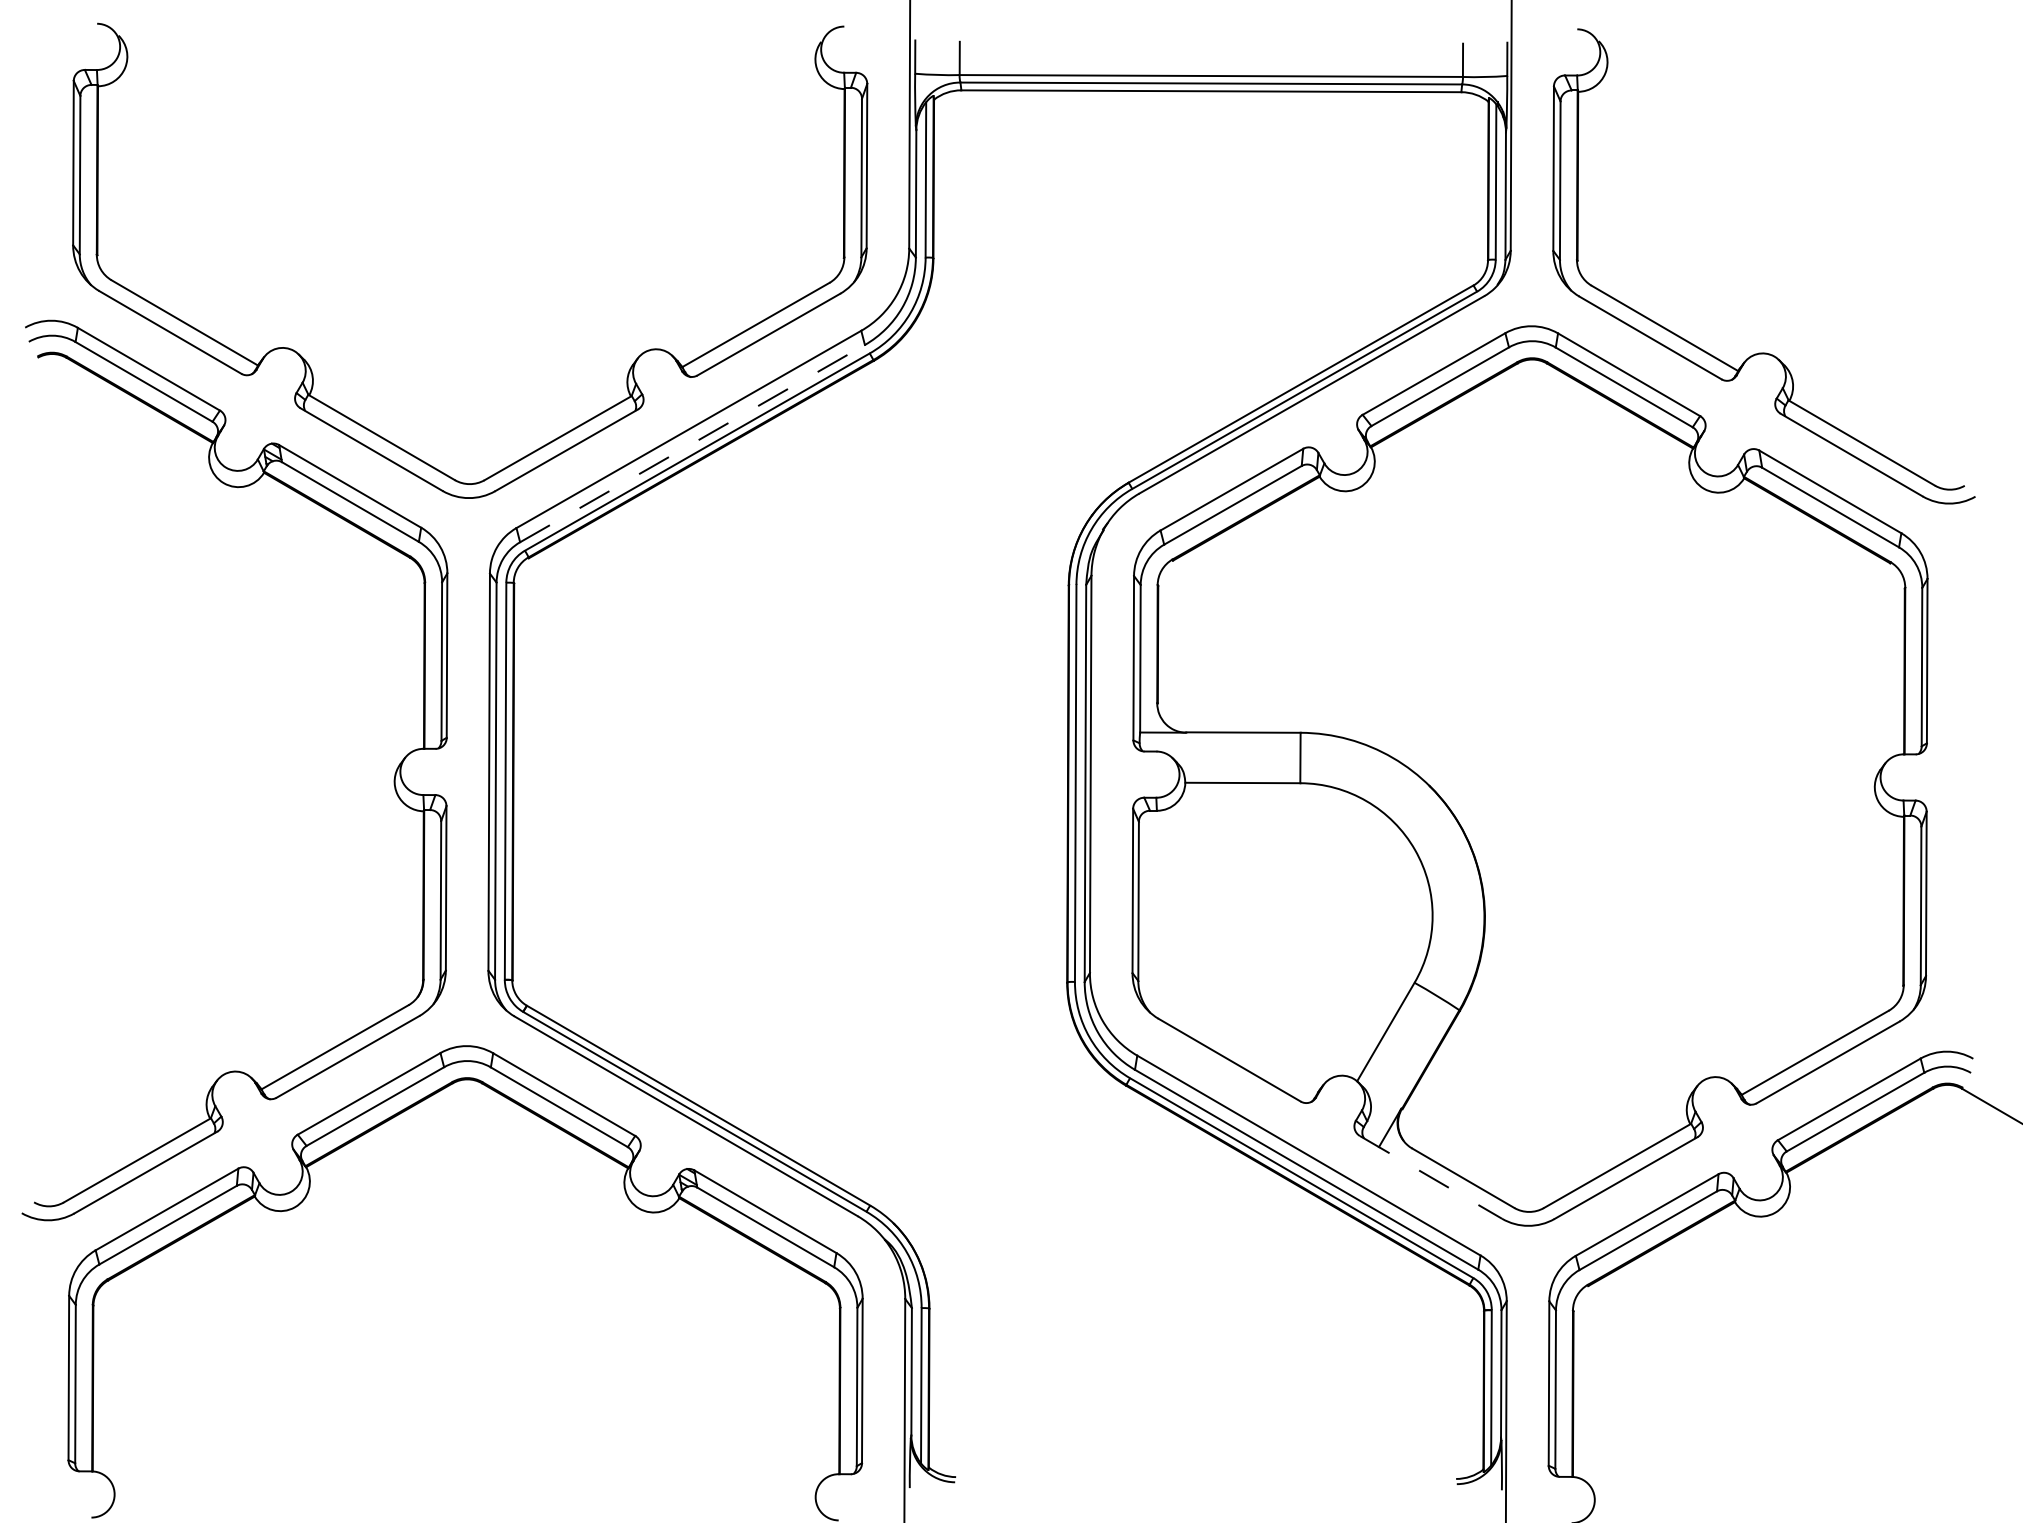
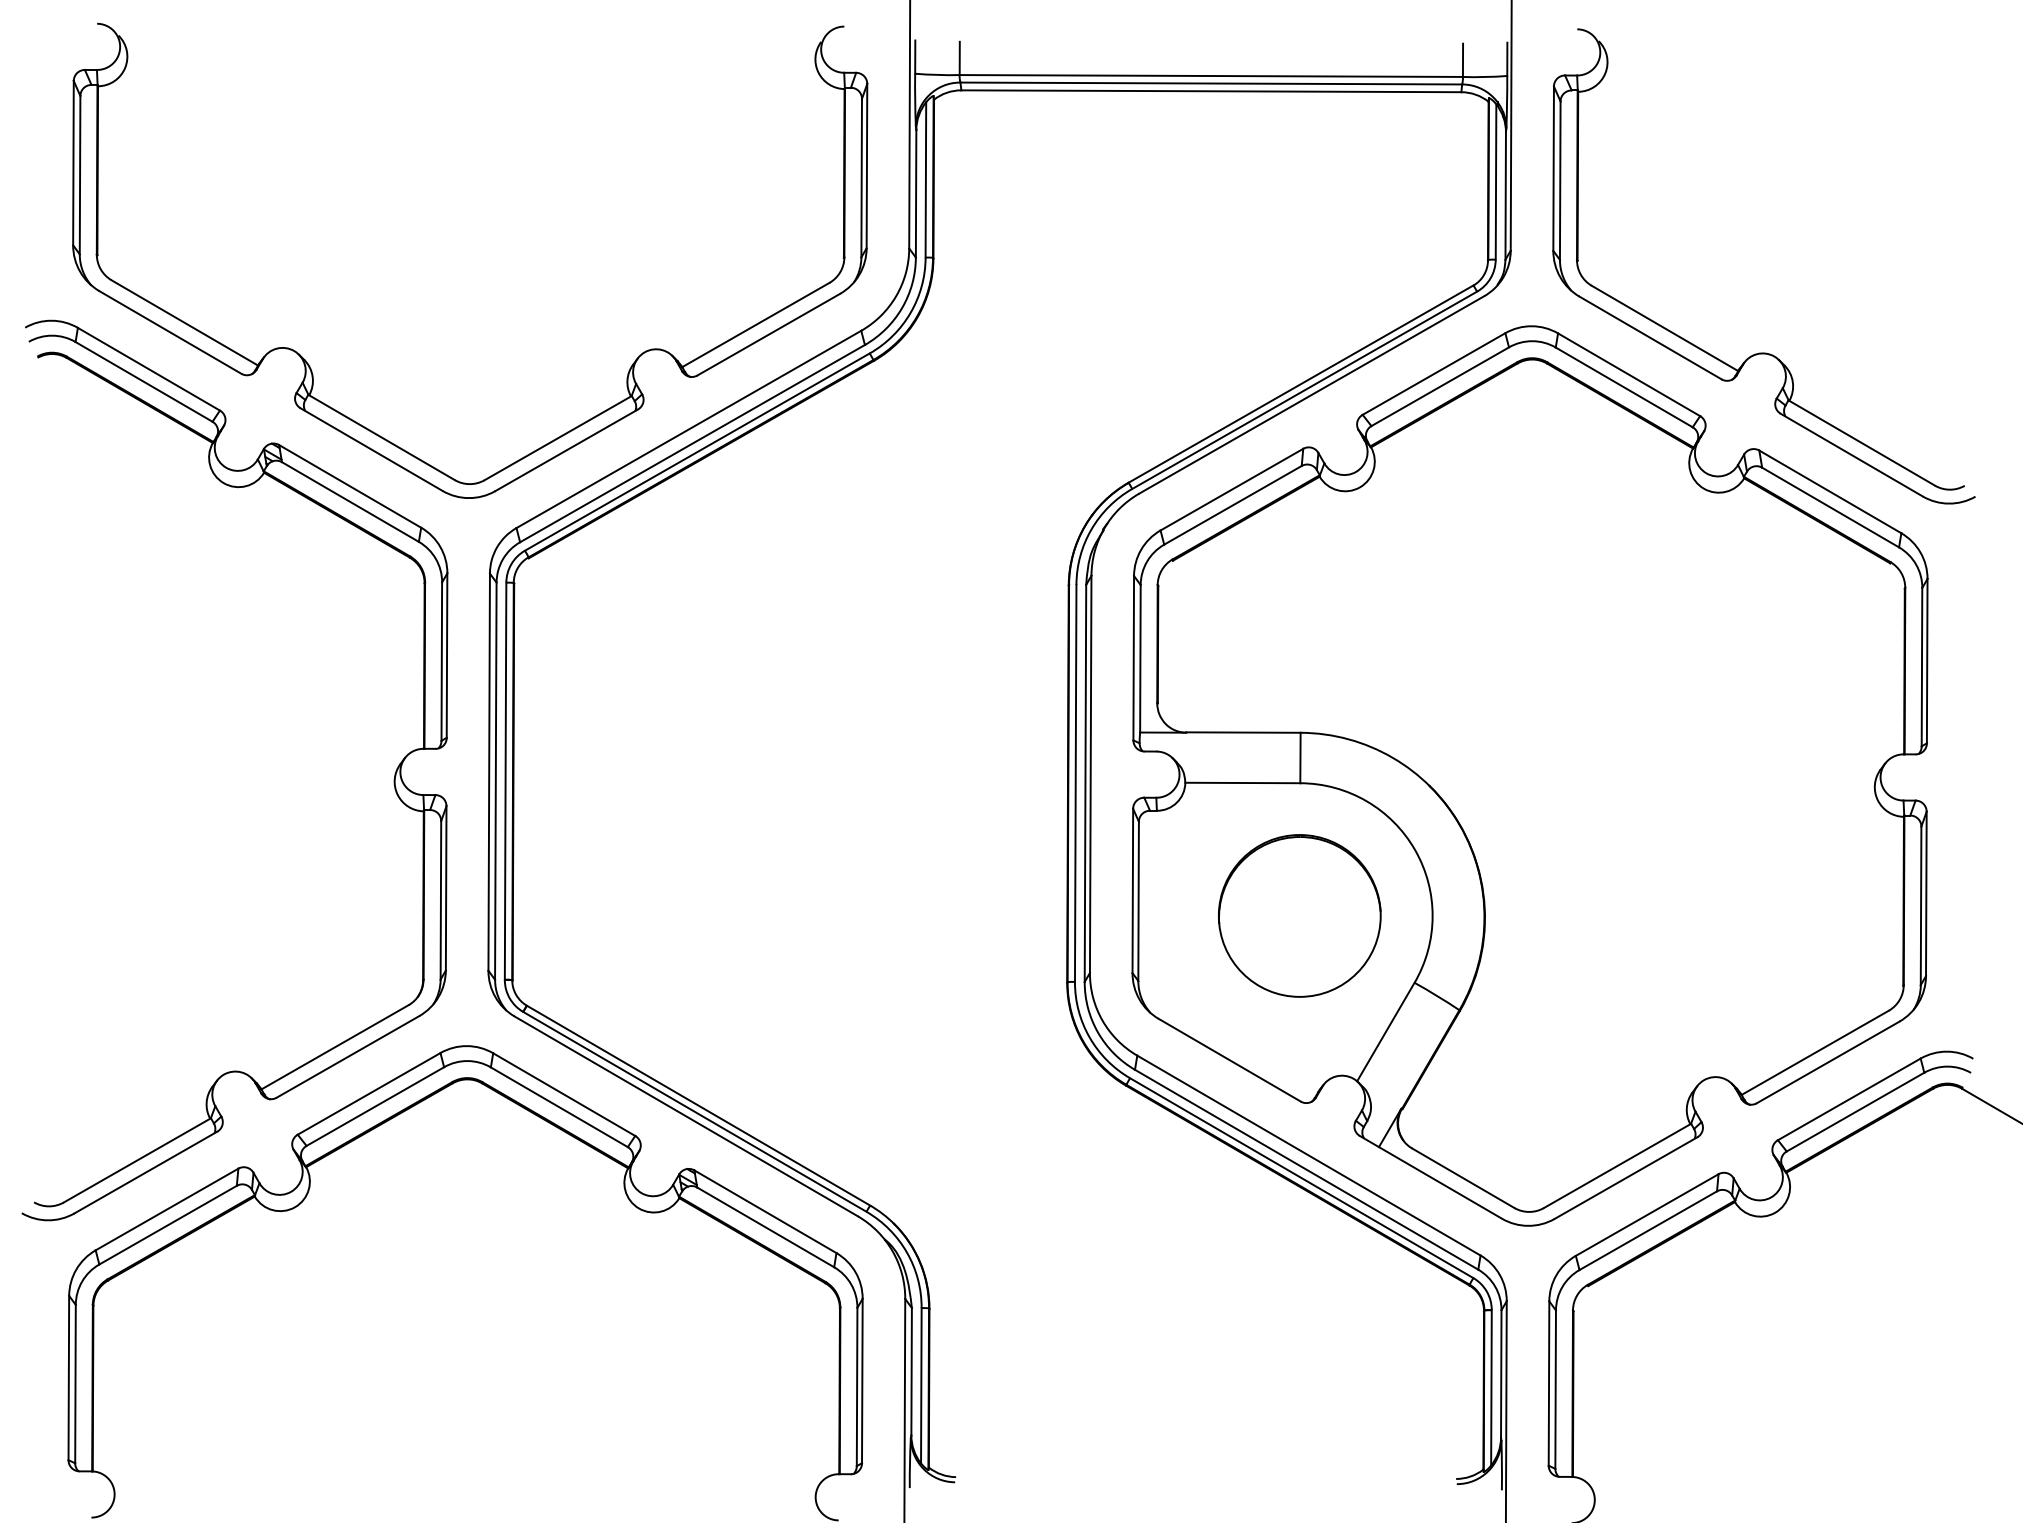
line at (692, 443): dashed -> solid
part at (1299, 915): none -> present
line at (1431, 1177): dashed -> solid
